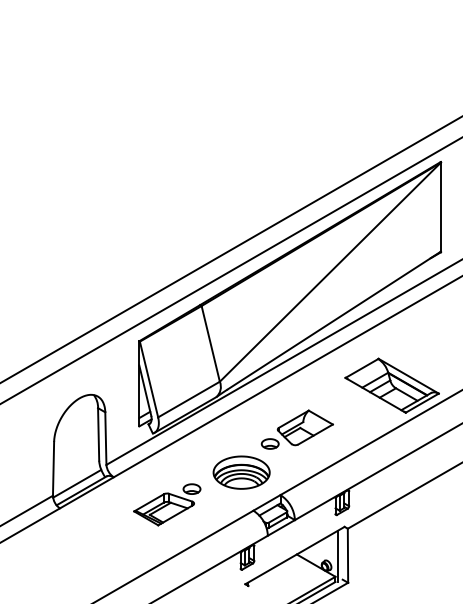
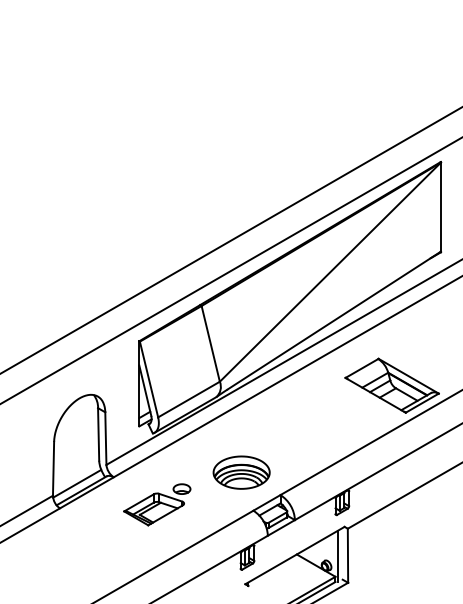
line at (230, 249) position: (230, 249) -> (230, 240)
part at (296, 429): present -> none
part at (167, 504) position: (167, 504) -> (157, 504)
